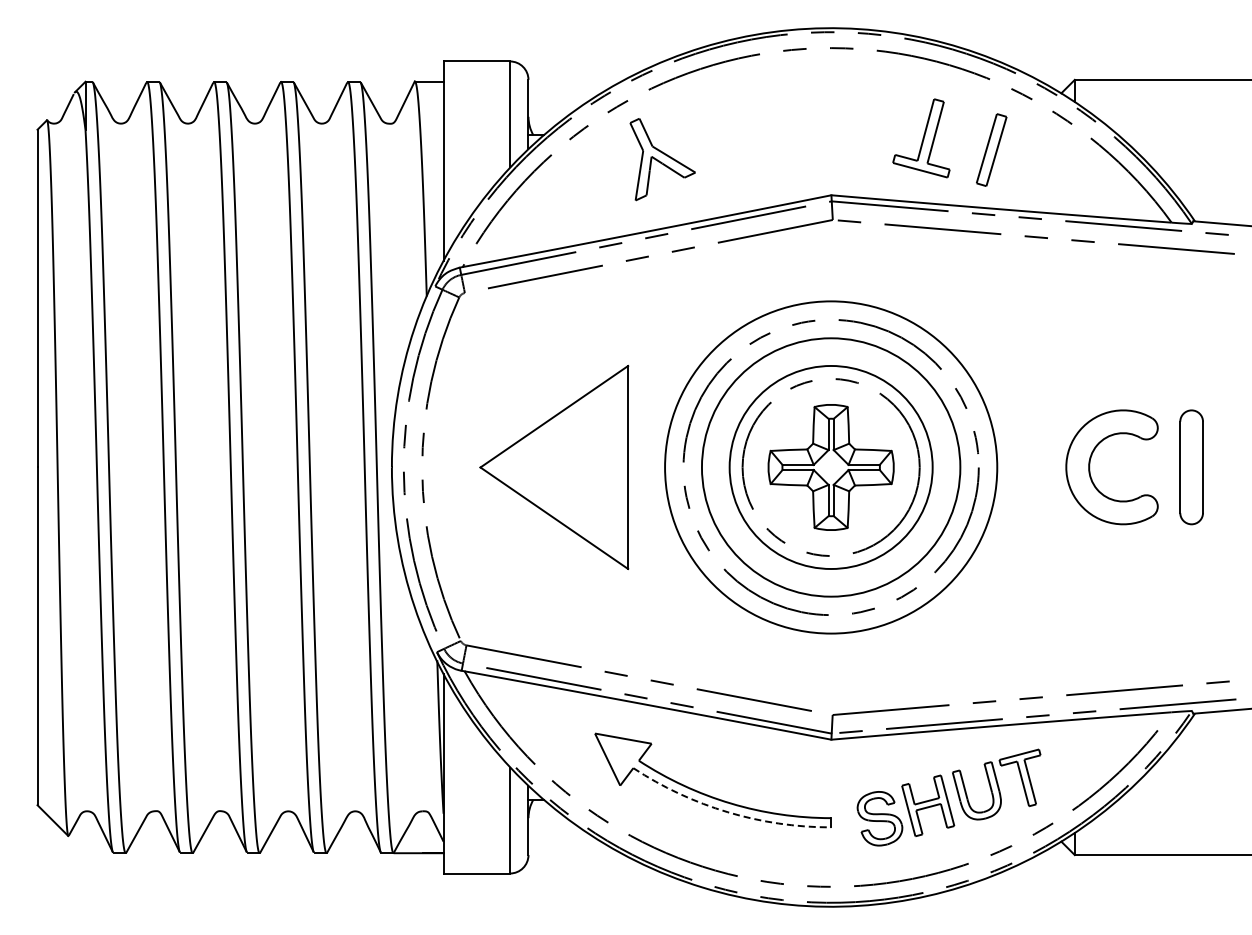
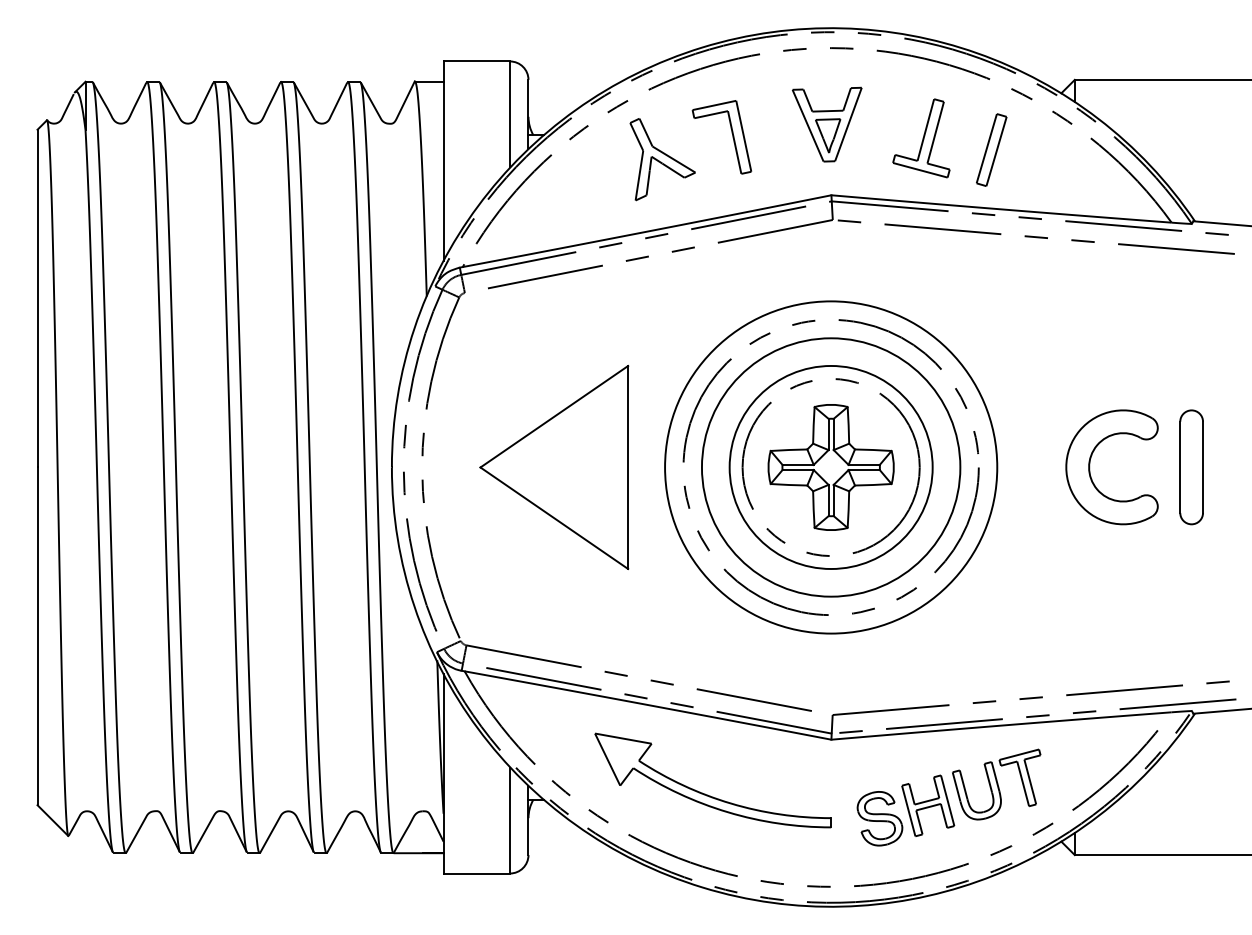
part at (826, 124): none -> present
part at (731, 133): none -> present
arc at (727, 812): dashed -> solid
